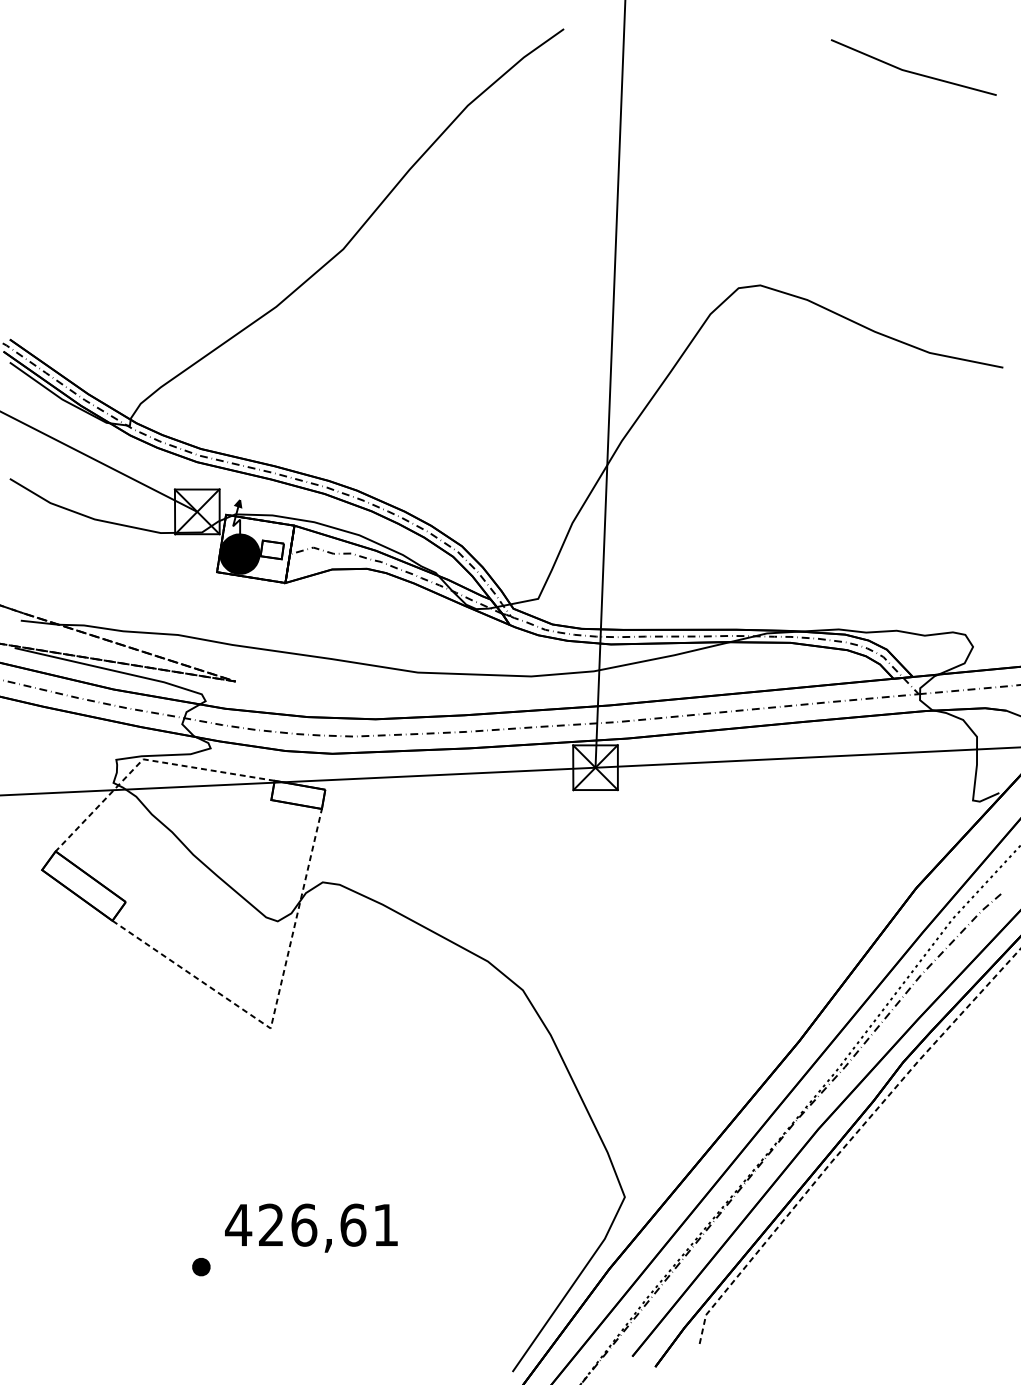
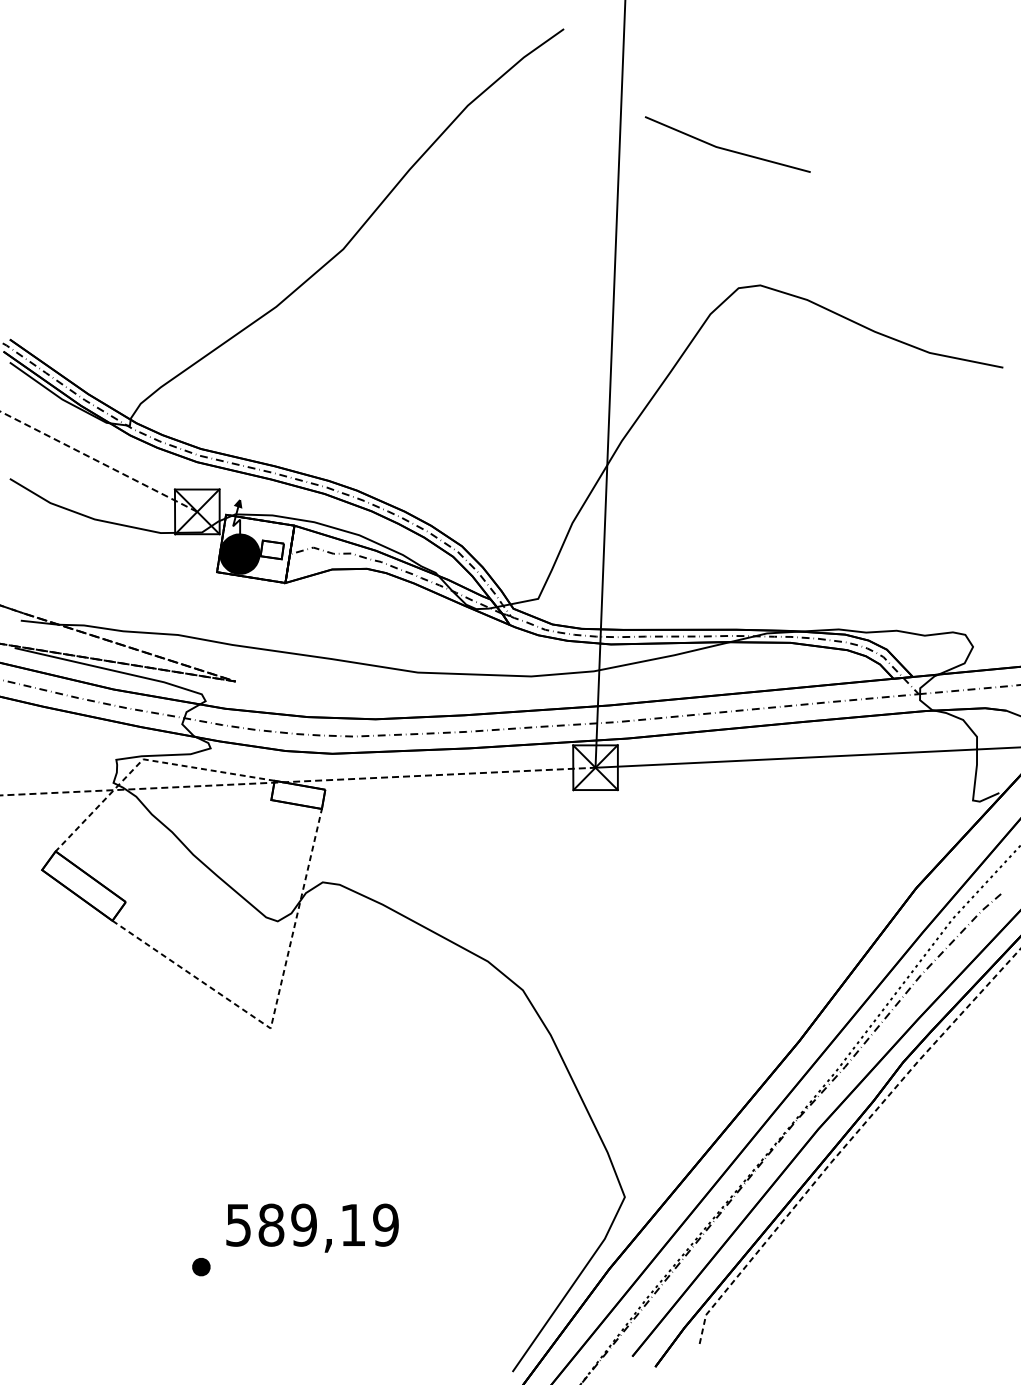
line at (912, 71) position: (912, 71) -> (726, 148)
line at (98, 461): solid -> dashed
line at (297, 781): solid -> dashed
text at (311, 1224): 426,61 -> 589,19
